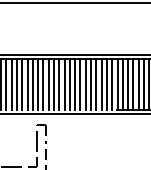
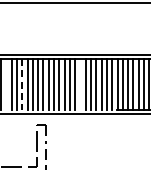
line at (6, 84): present -> none
line at (22, 84): solid -> dashed
line at (80, 84): present -> none
